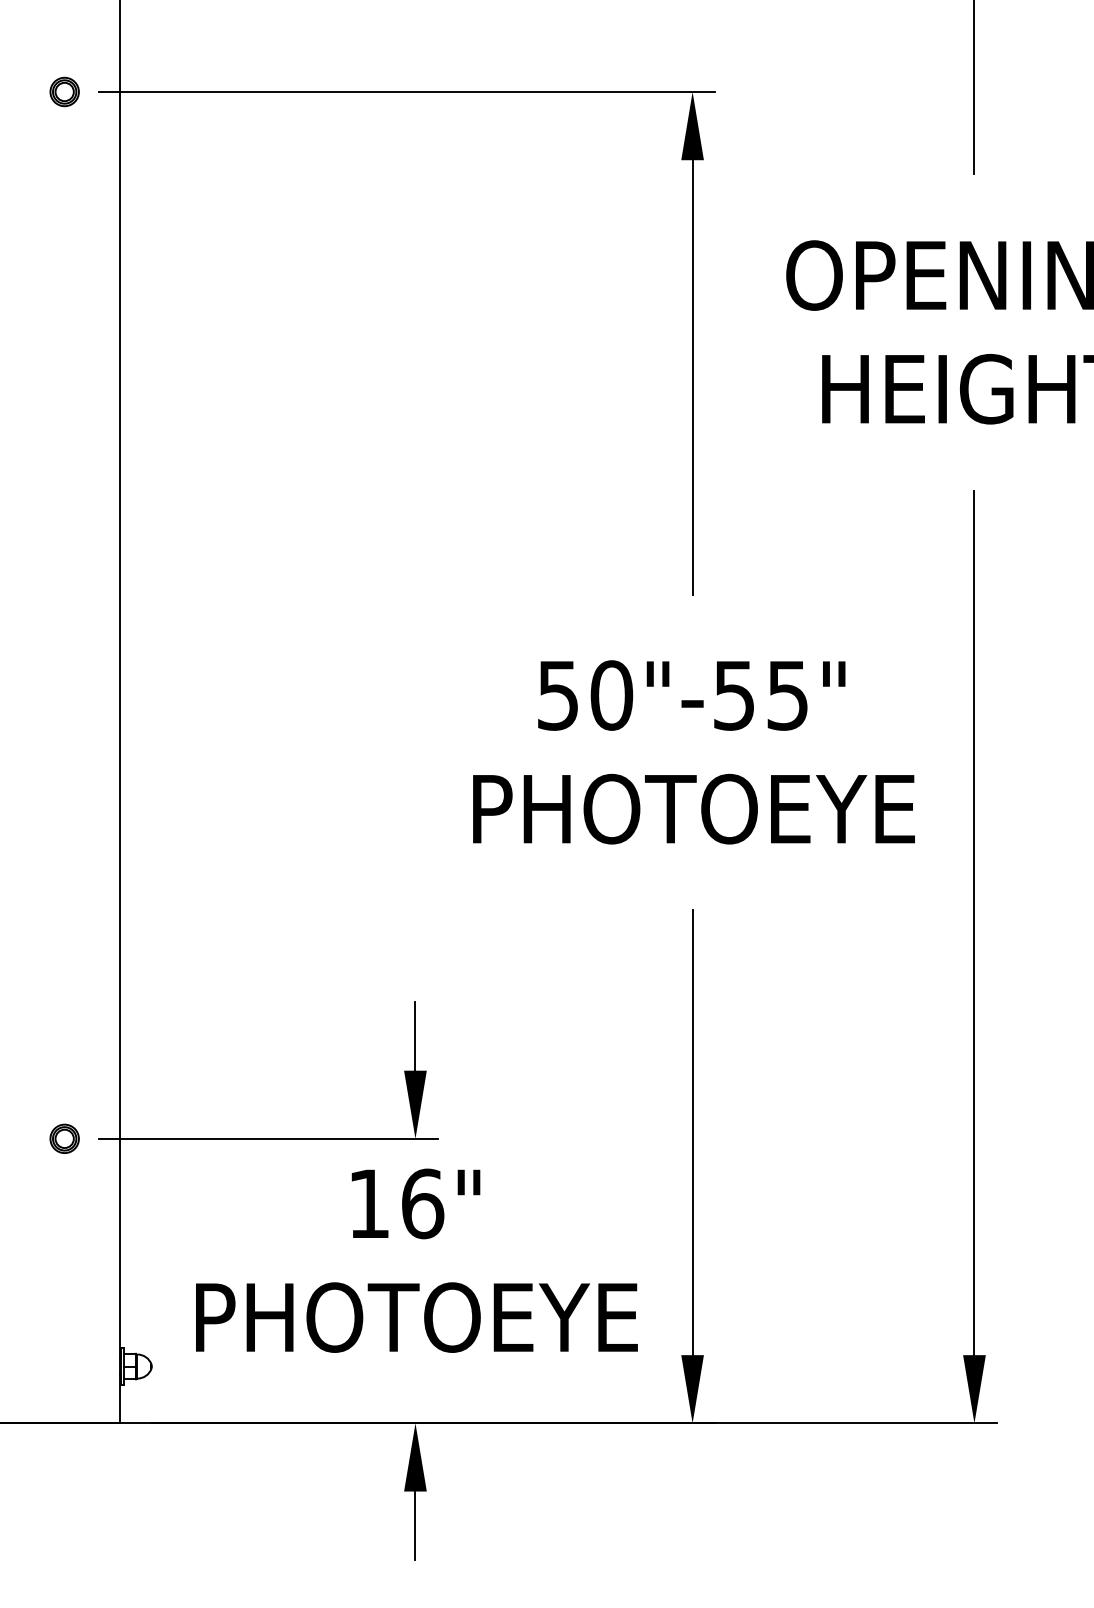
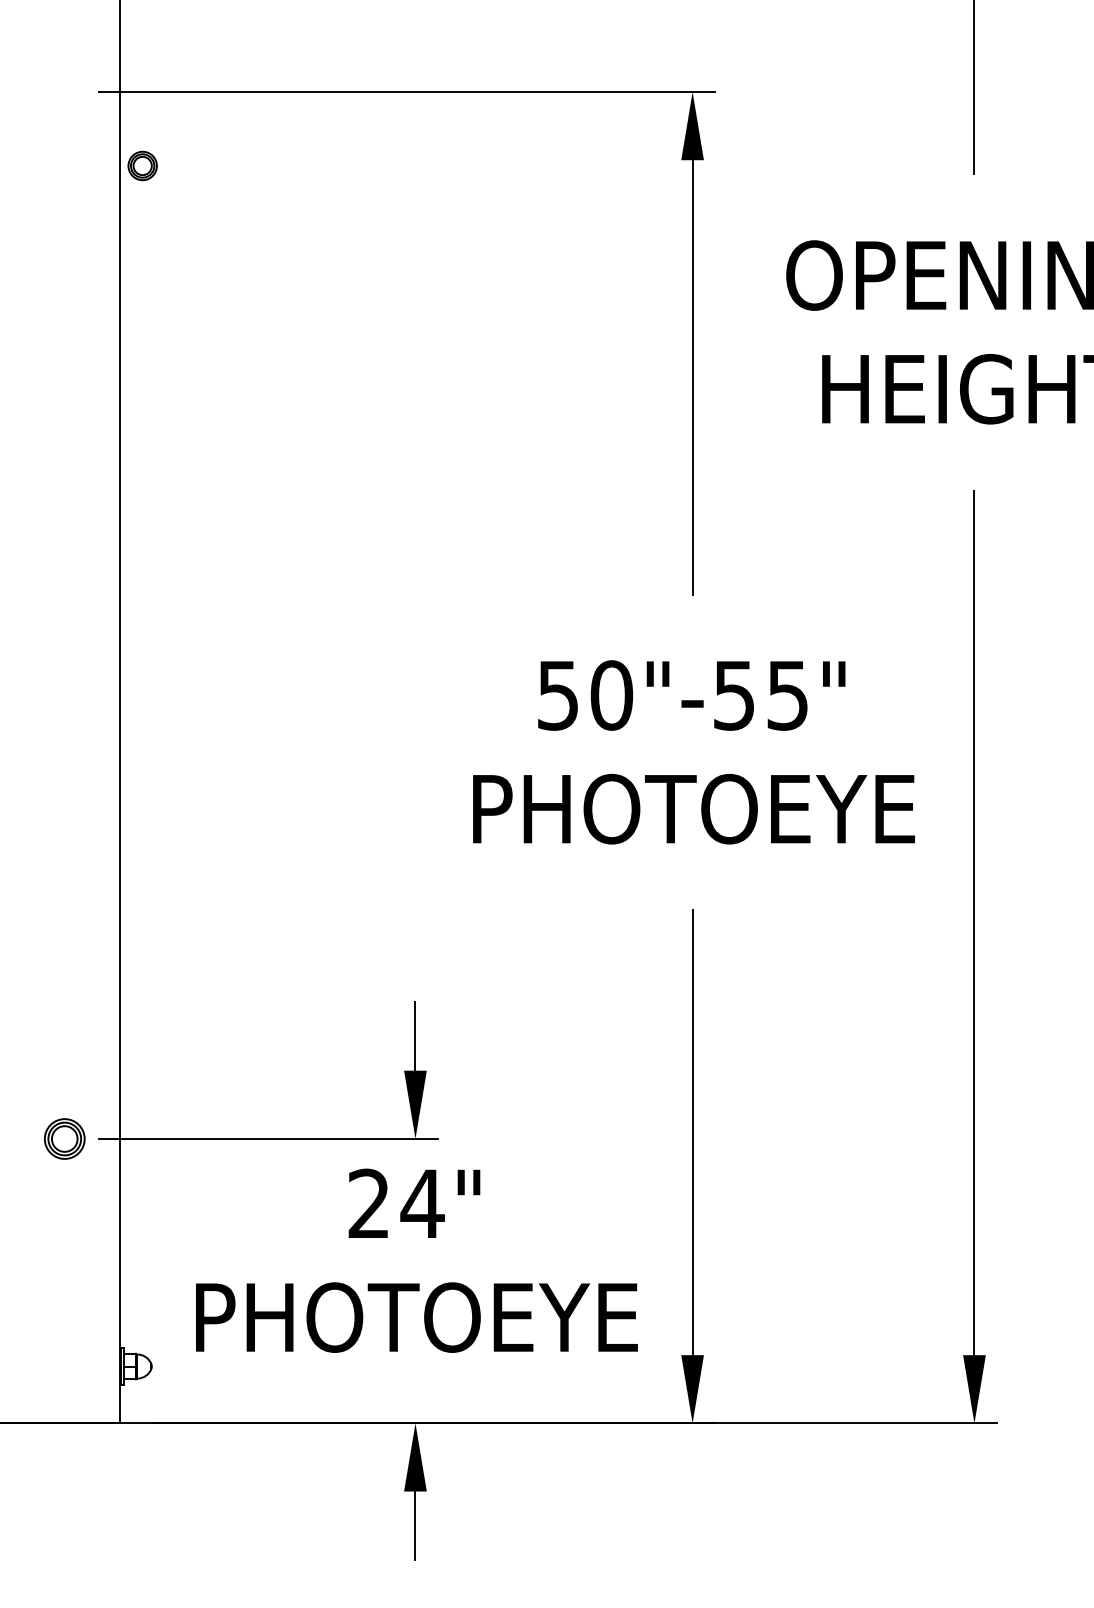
part at (64, 91) position: (64, 91) -> (142, 165)
part at (64, 1138) size: 31x31 px -> 42x42 px
text at (396, 1203): 16" -> 24"
